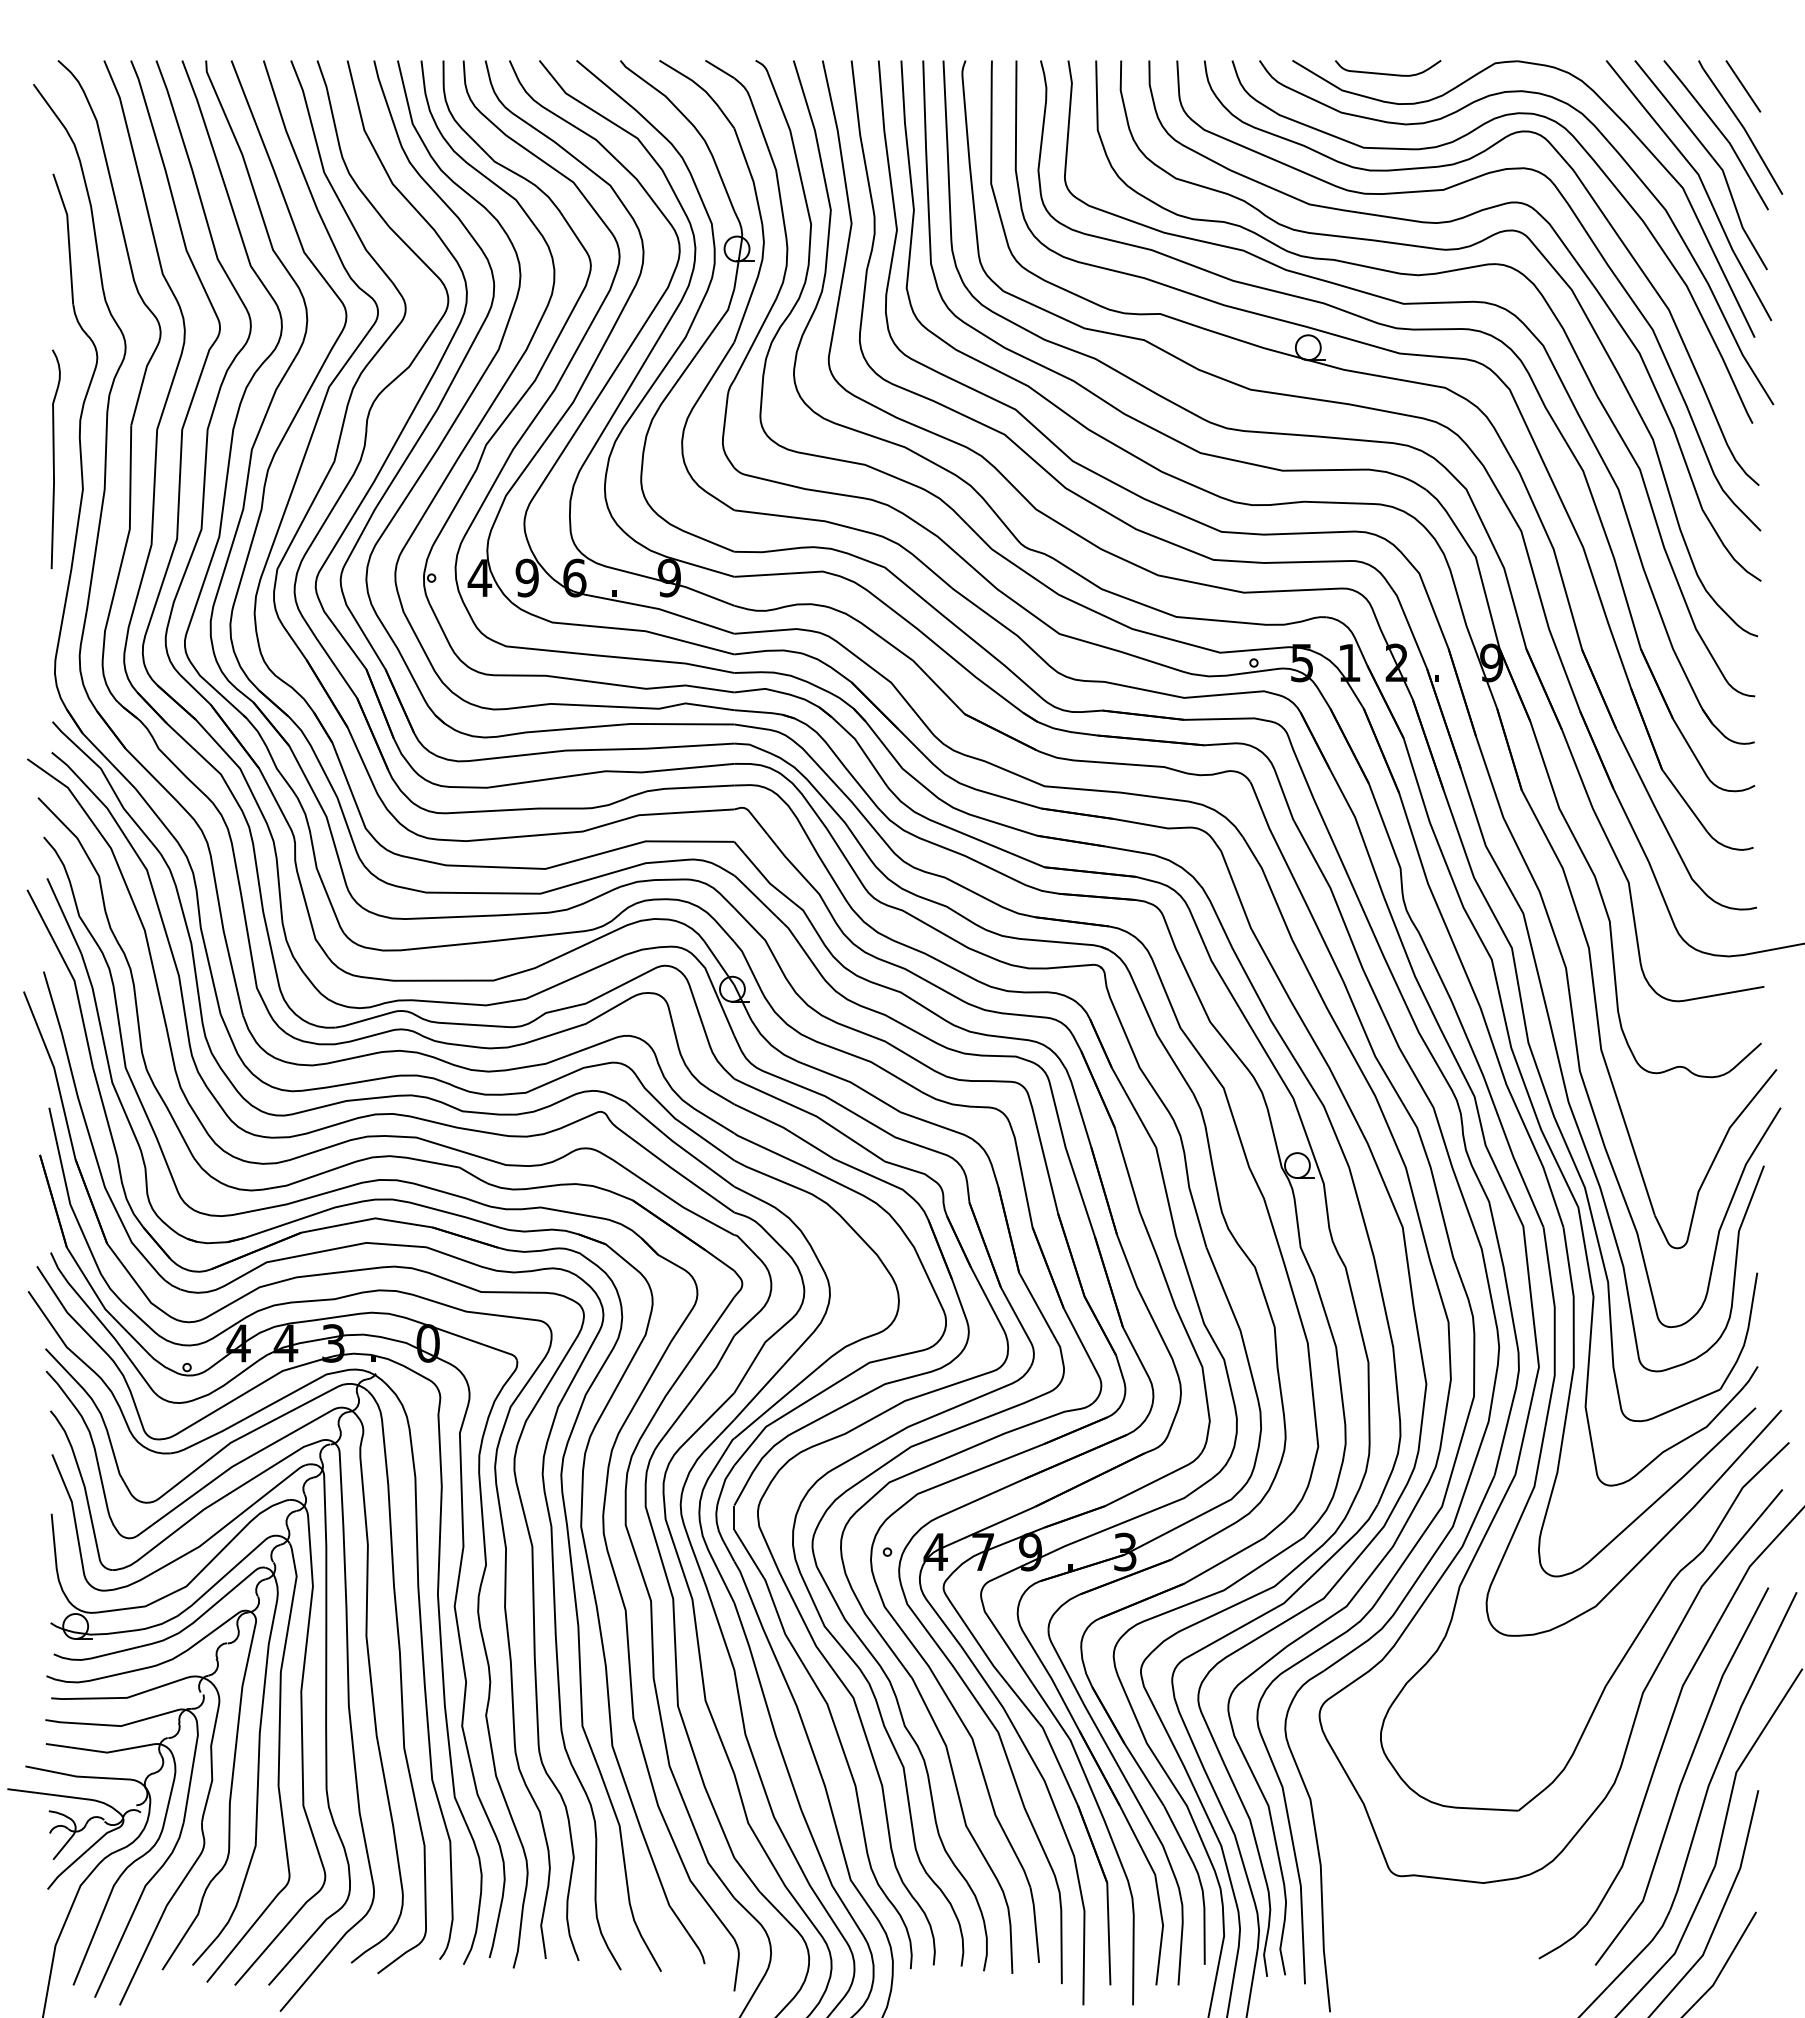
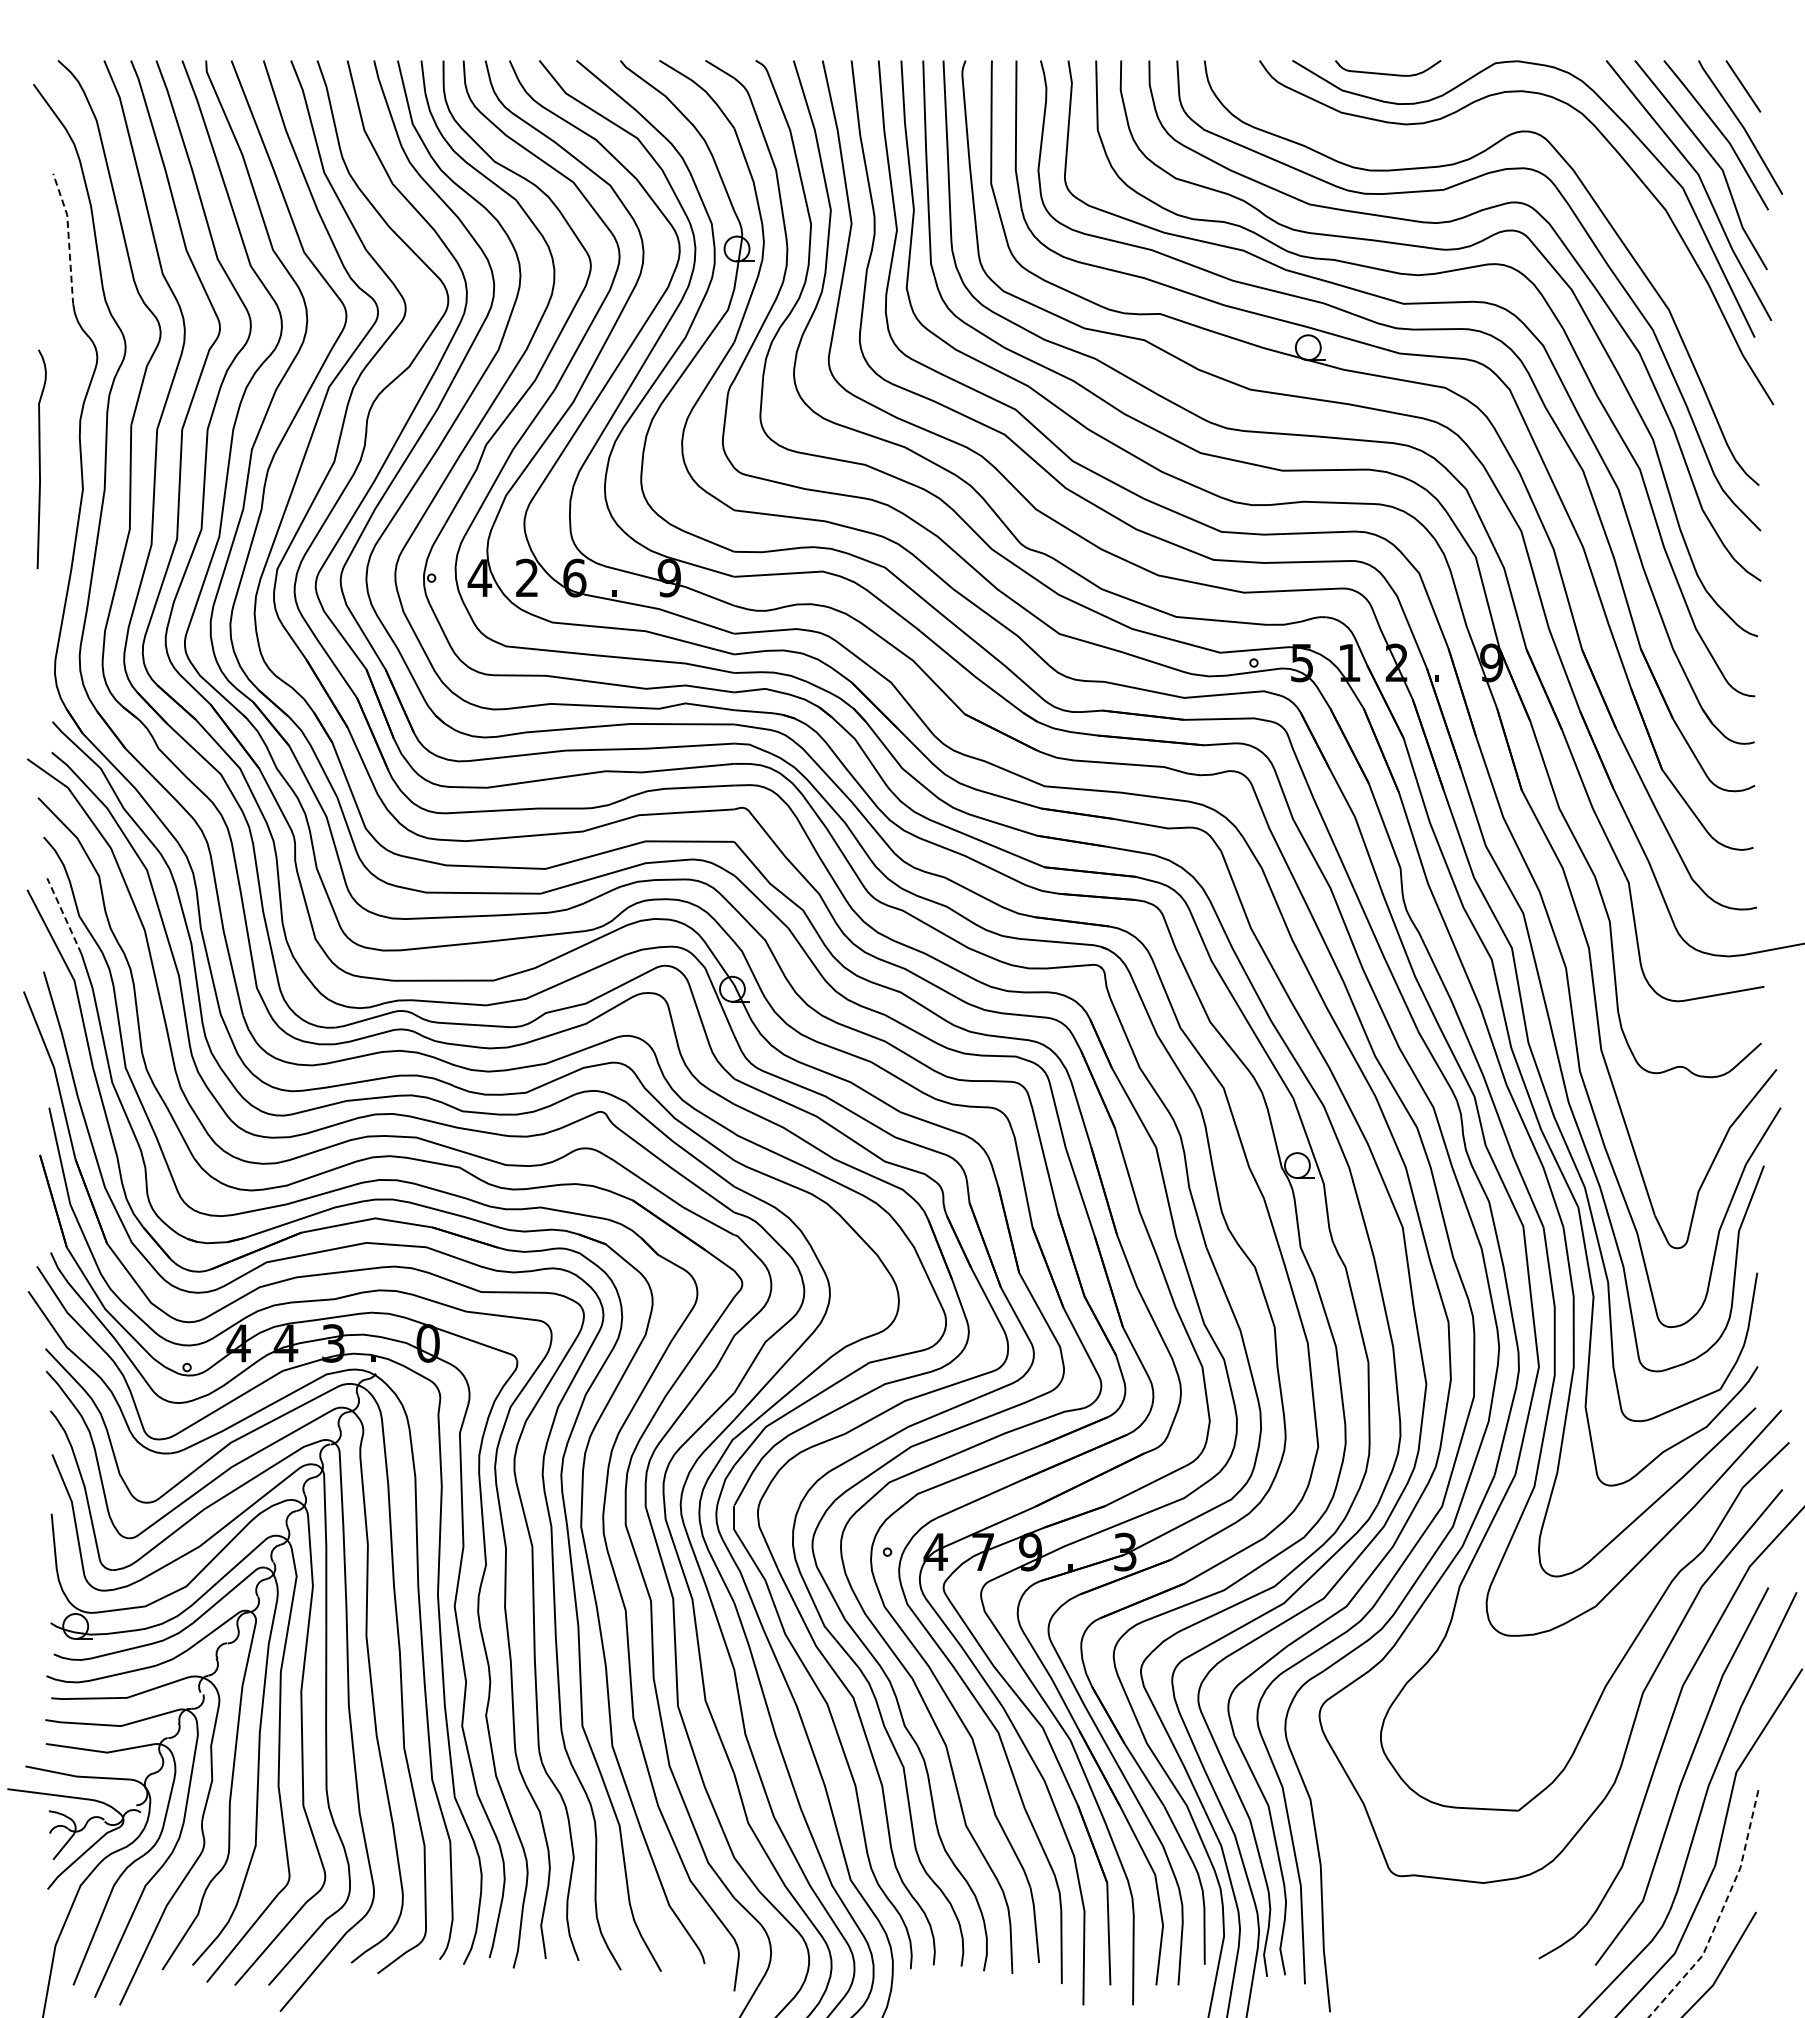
curve at (1451, 143): present -> none
line at (68, 237): solid -> dashed
curve at (54, 459) position: (54, 459) -> (40, 459)
text at (526, 577): 9 -> 2
line at (64, 915): solid -> dashed
line at (1721, 1913): solid -> dashed
